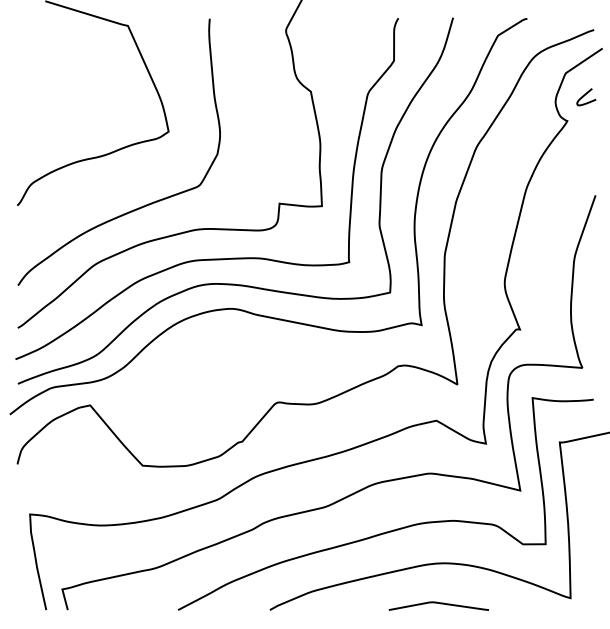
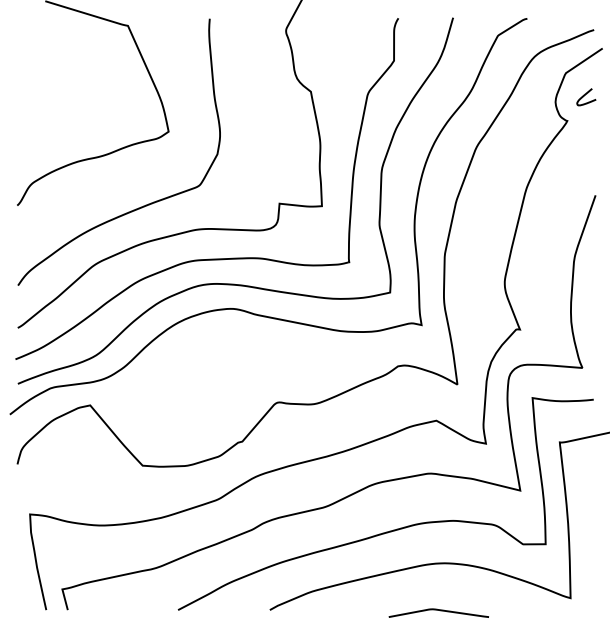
curve at (438, 603) position: (438, 603) -> (438, 610)
